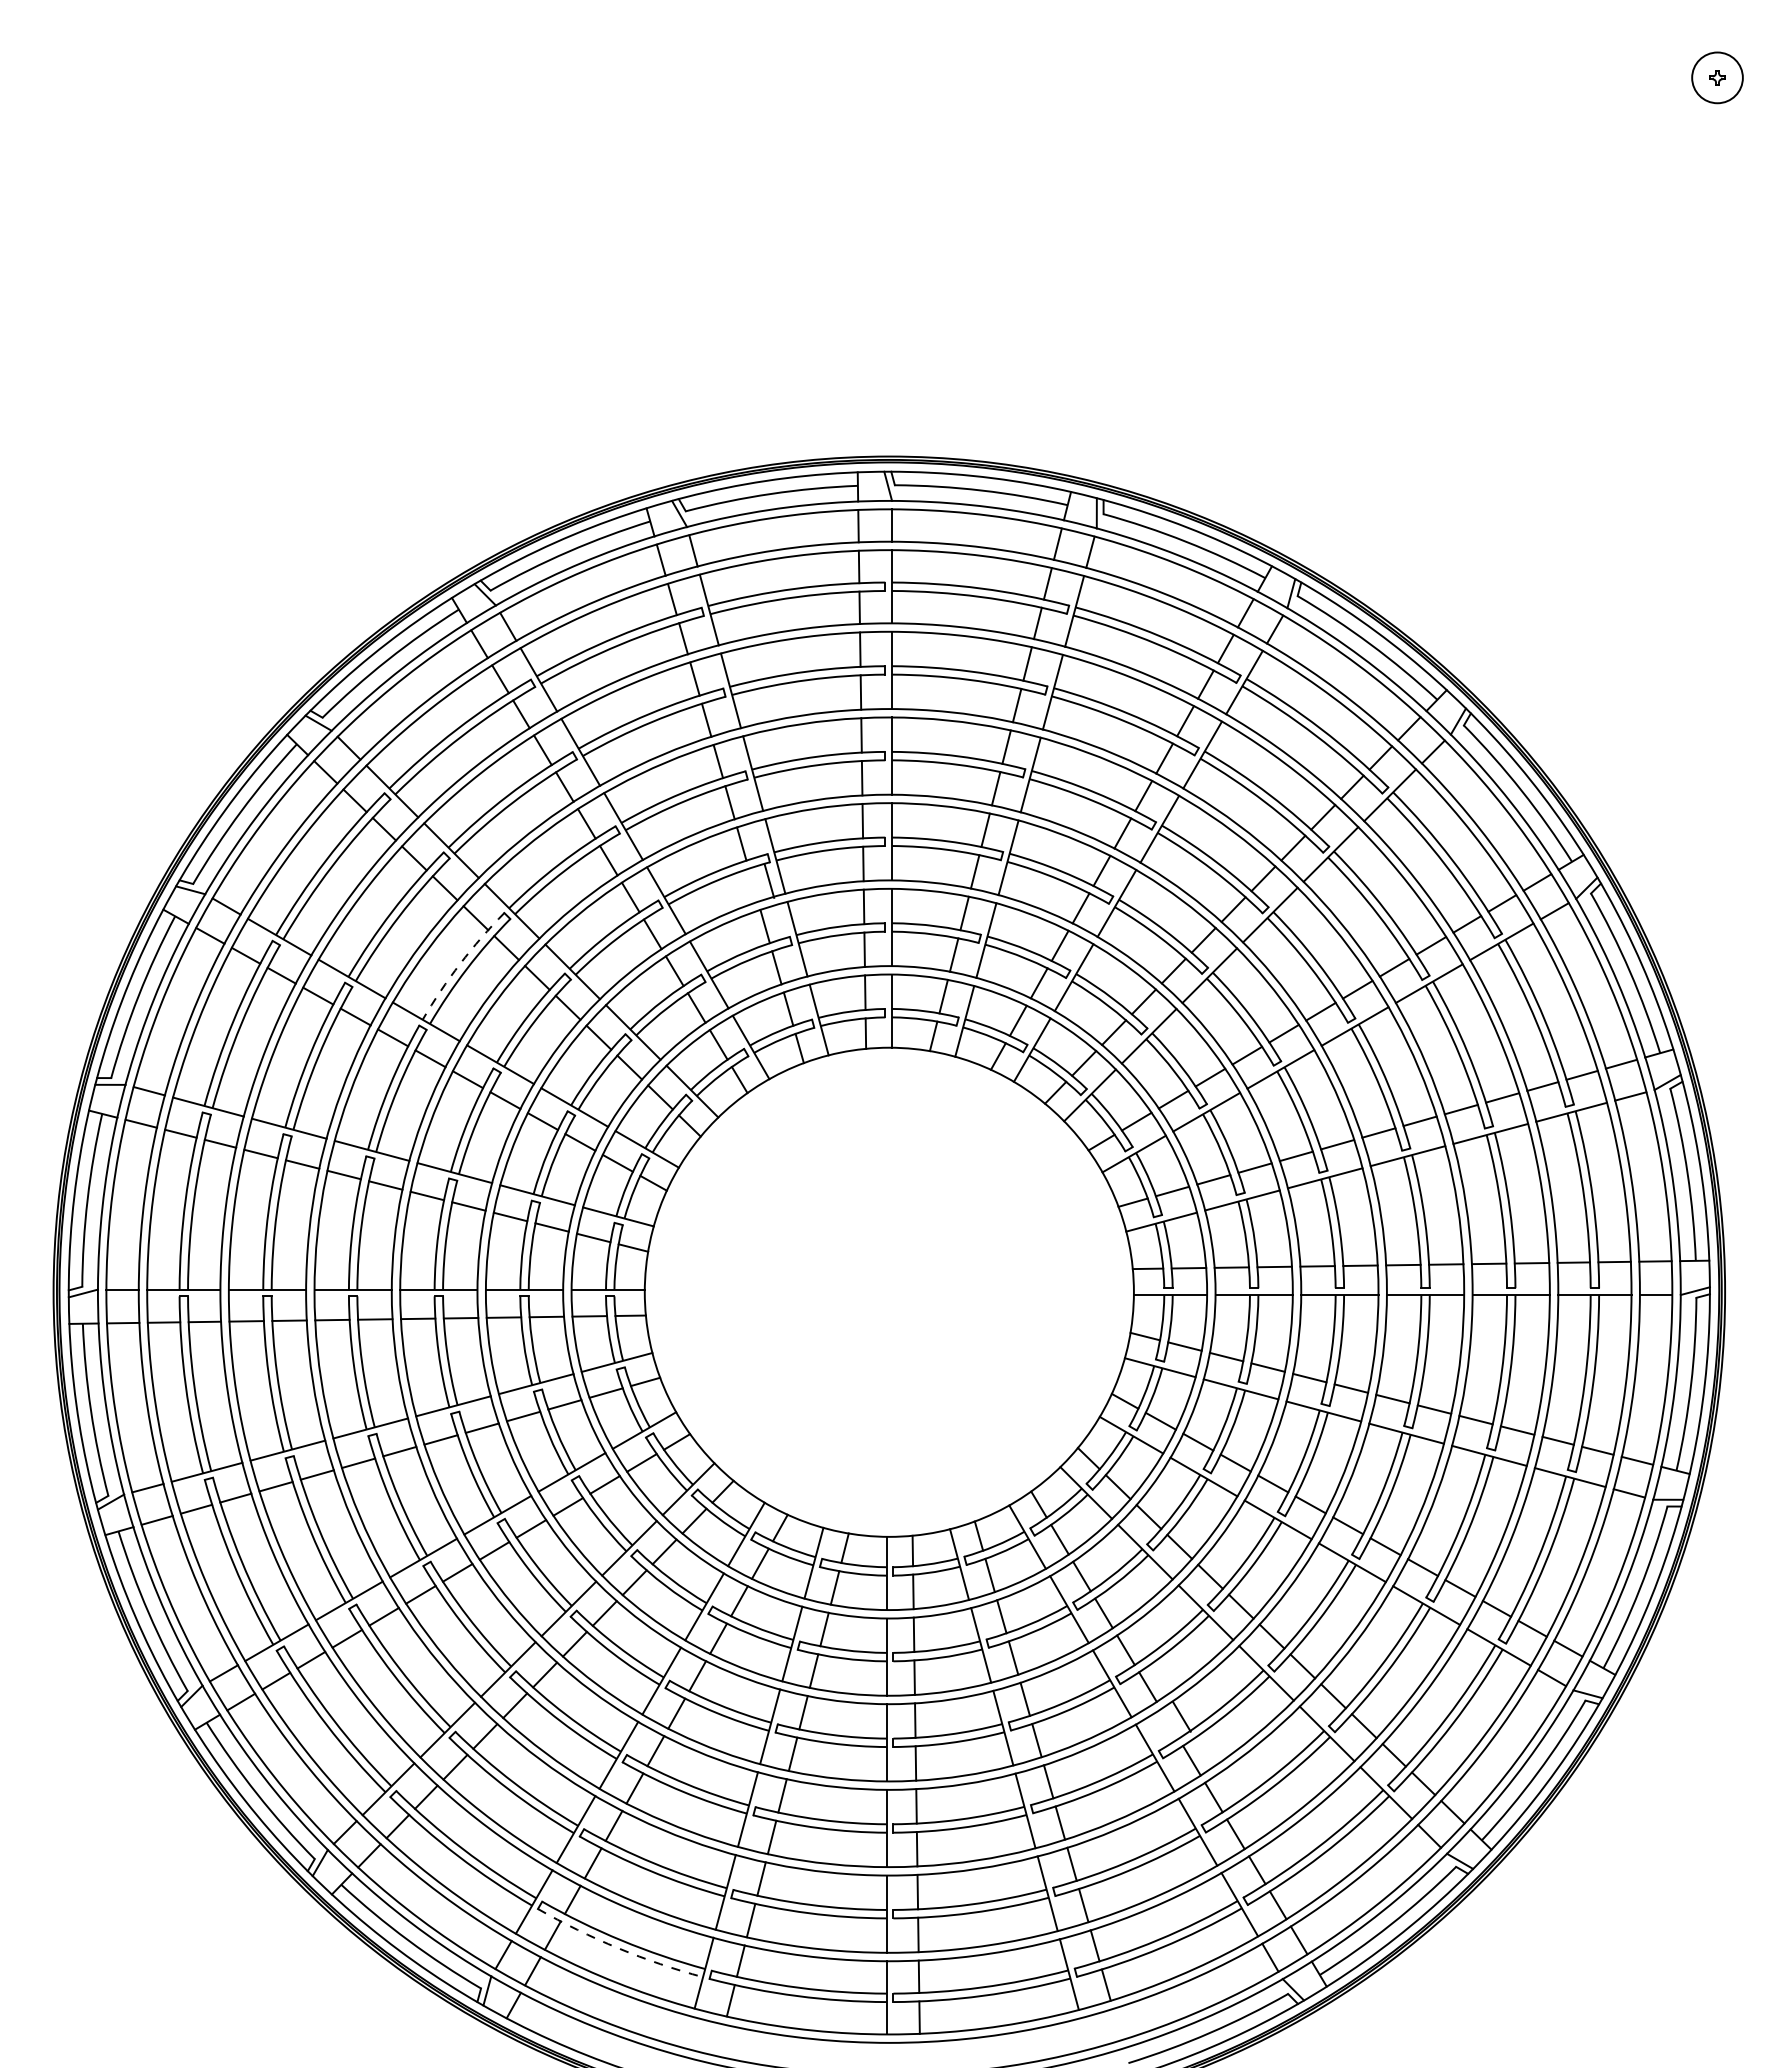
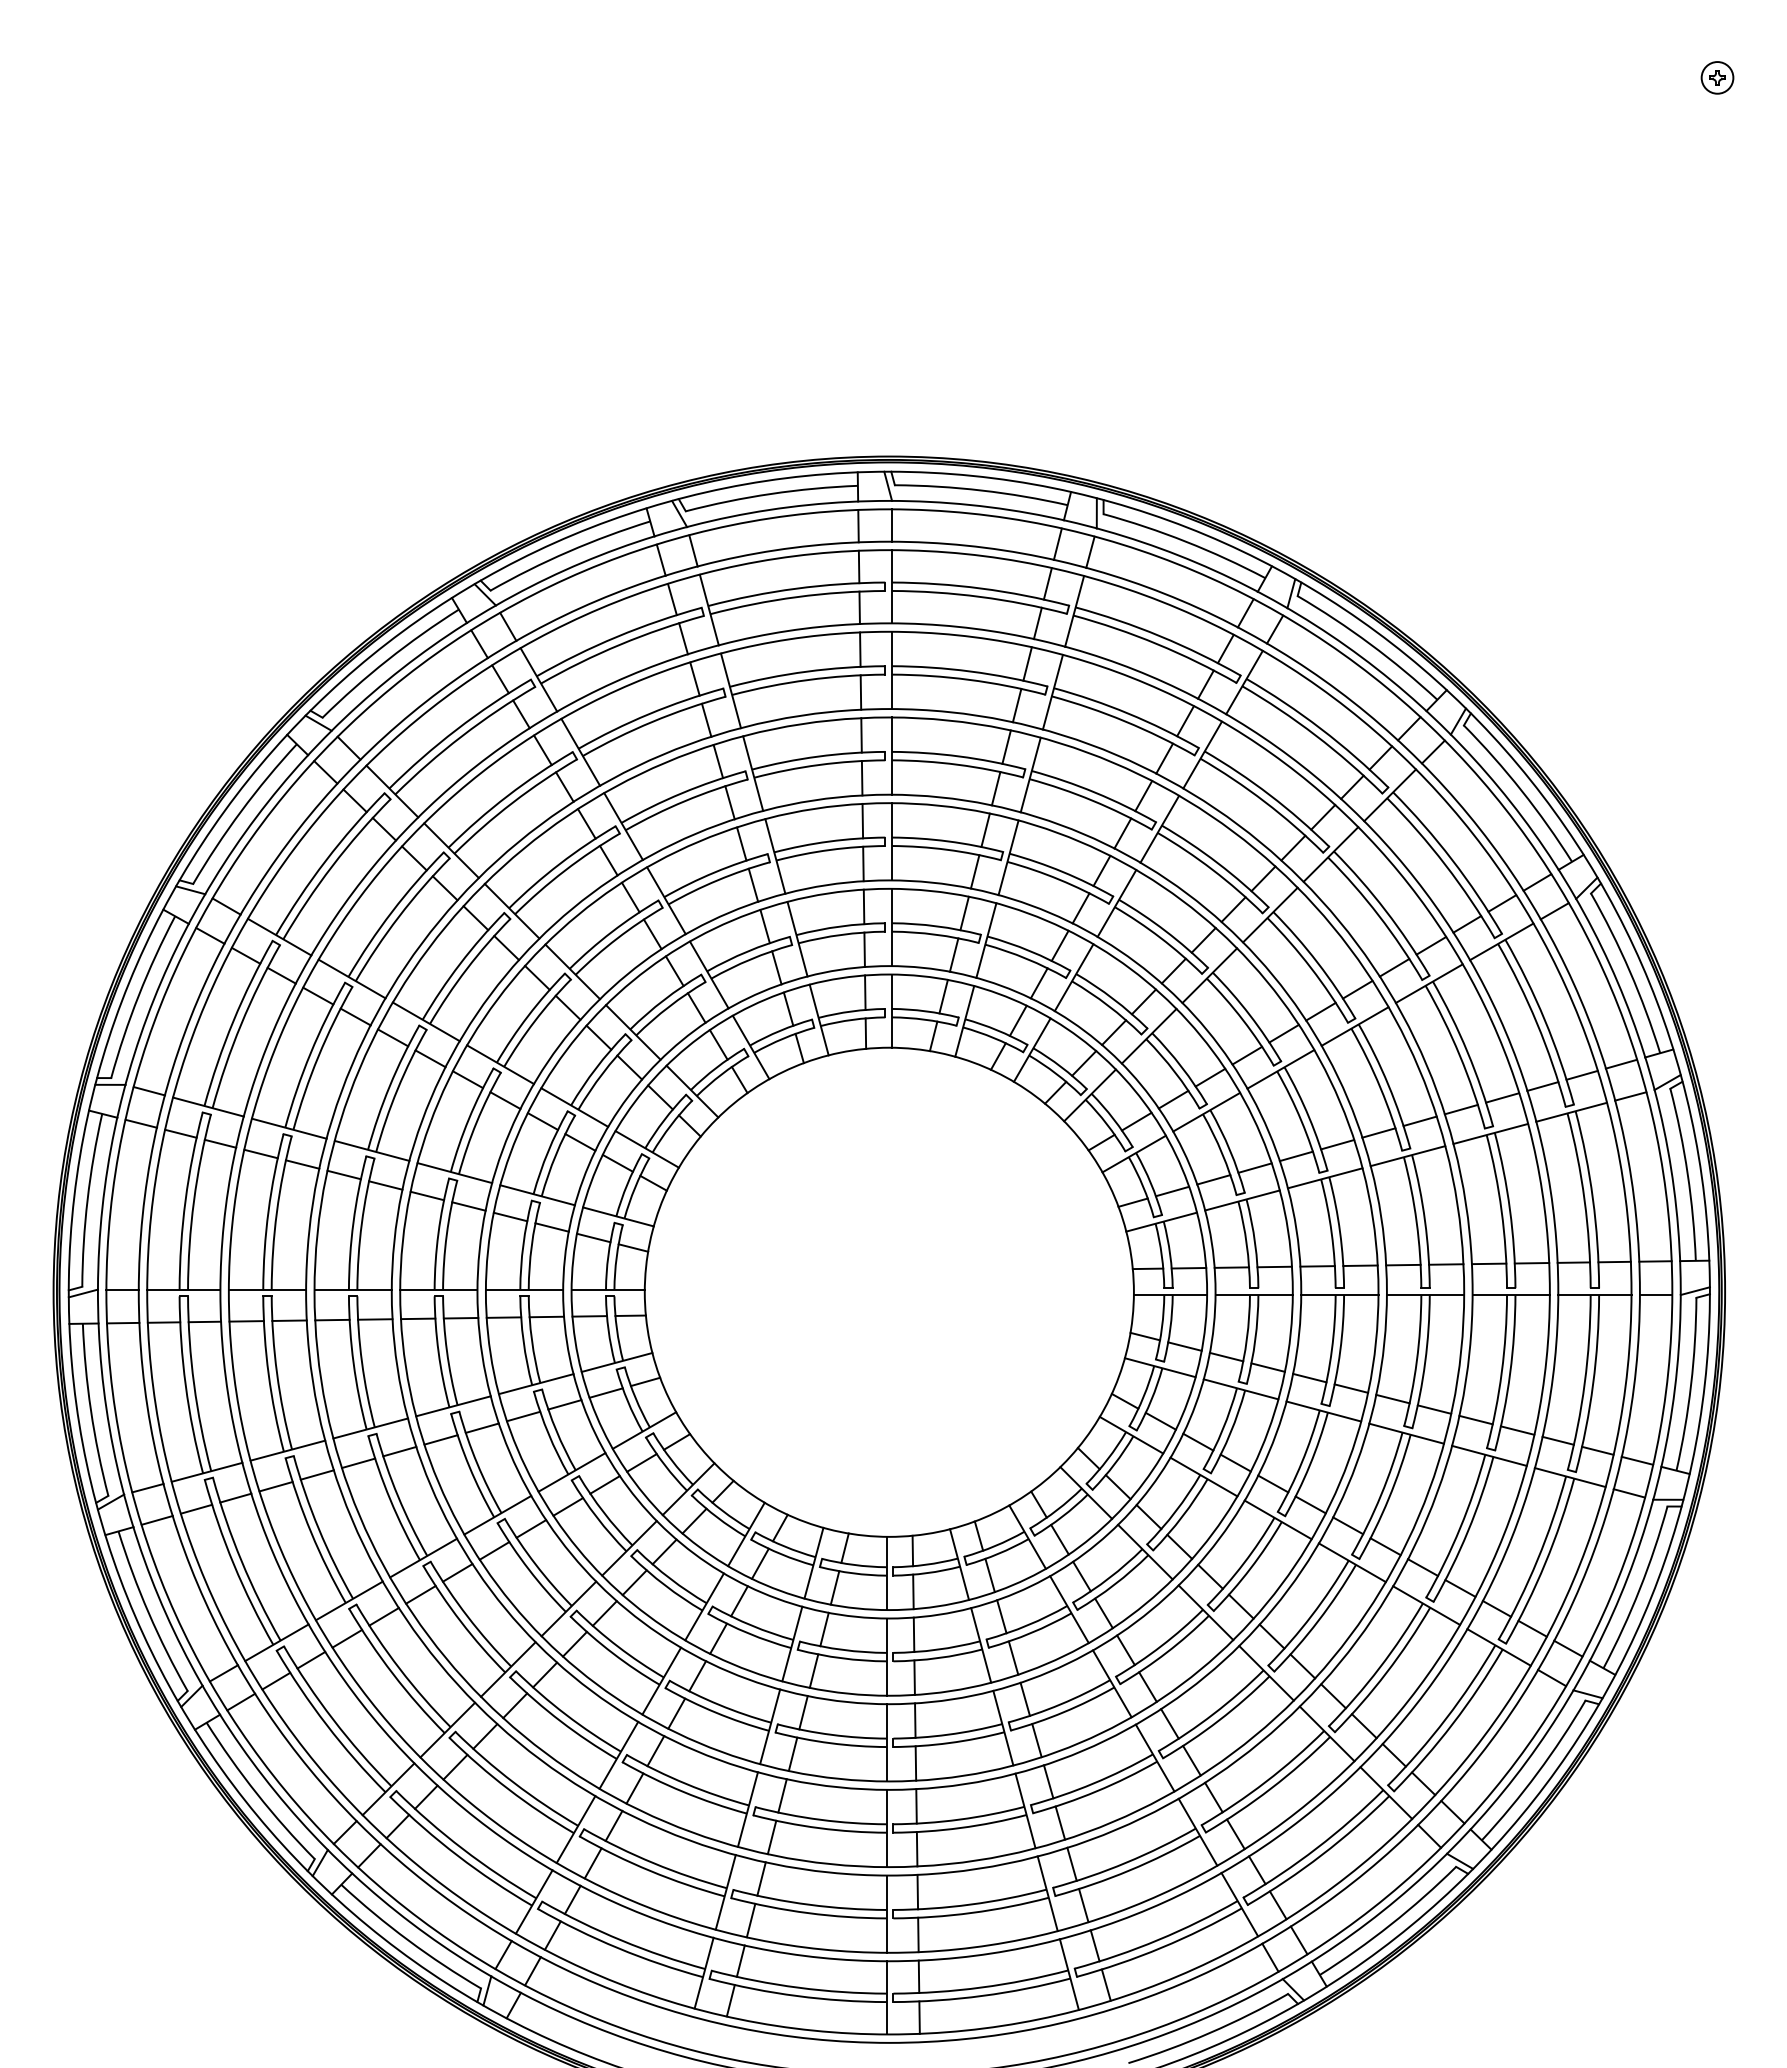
circle at (1717, 77) diameter: 51 px -> 32 px
line at (769, 880) position: (769, 880) -> (753, 884)
arc at (460, 963): dashed -> solid
line at (1181, 1716) position: (1181, 1716) -> (1169, 1723)
arc at (618, 1948): dashed -> solid
